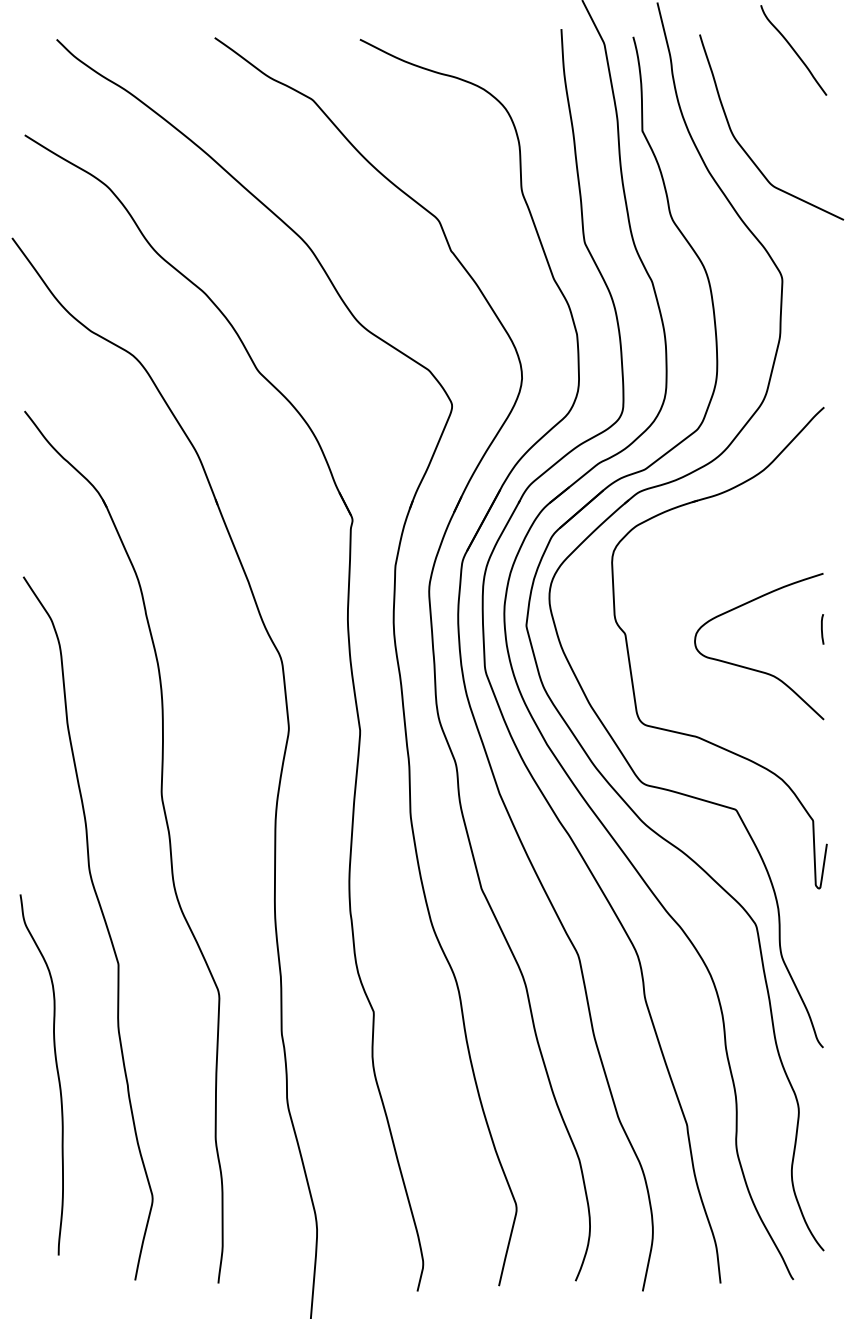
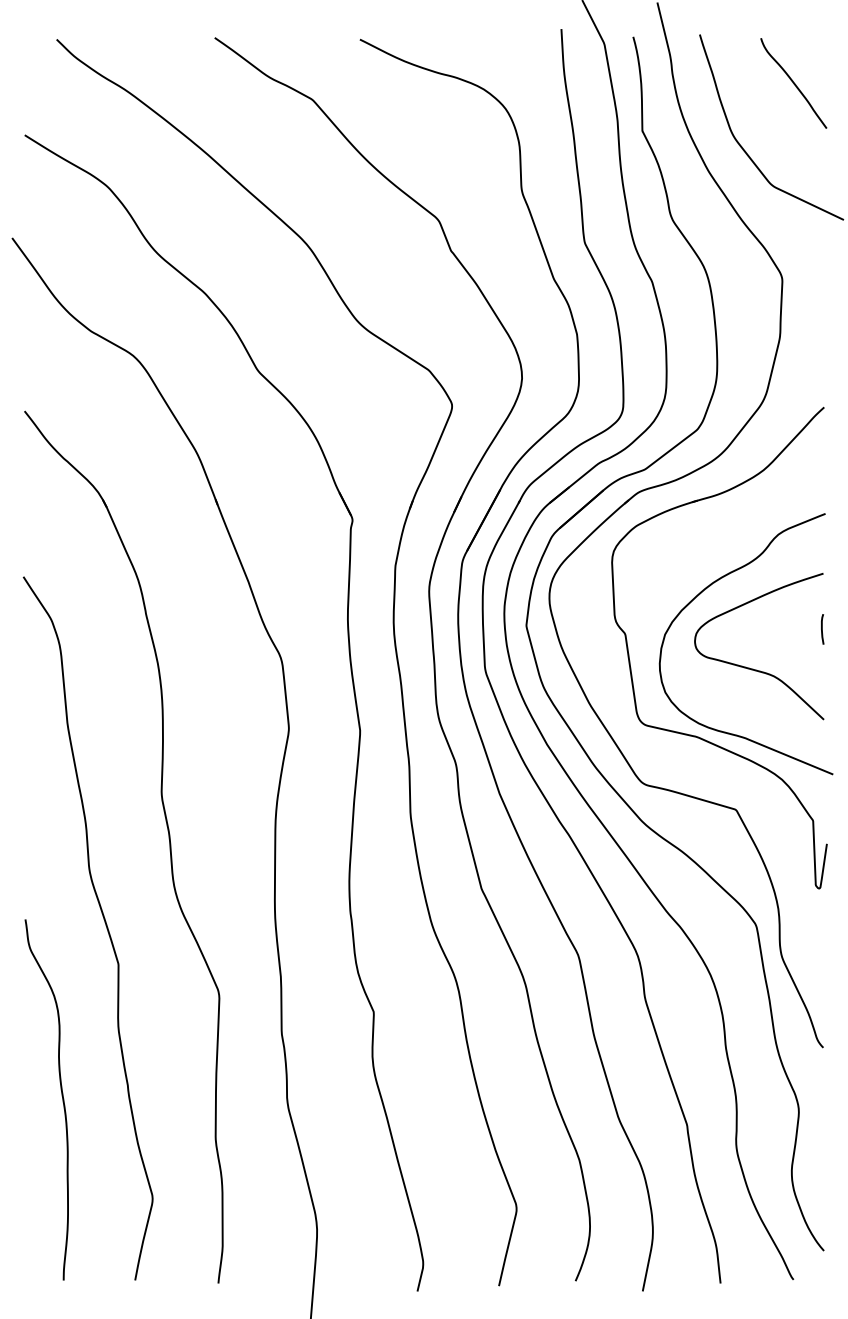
curve at (793, 50) position: (793, 50) -> (793, 83)
curve at (699, 595): none -> present
curve at (56, 1071) position: (56, 1071) -> (61, 1096)
